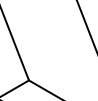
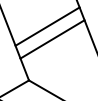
line at (47, 26): none -> present
line at (52, 39): none -> present
